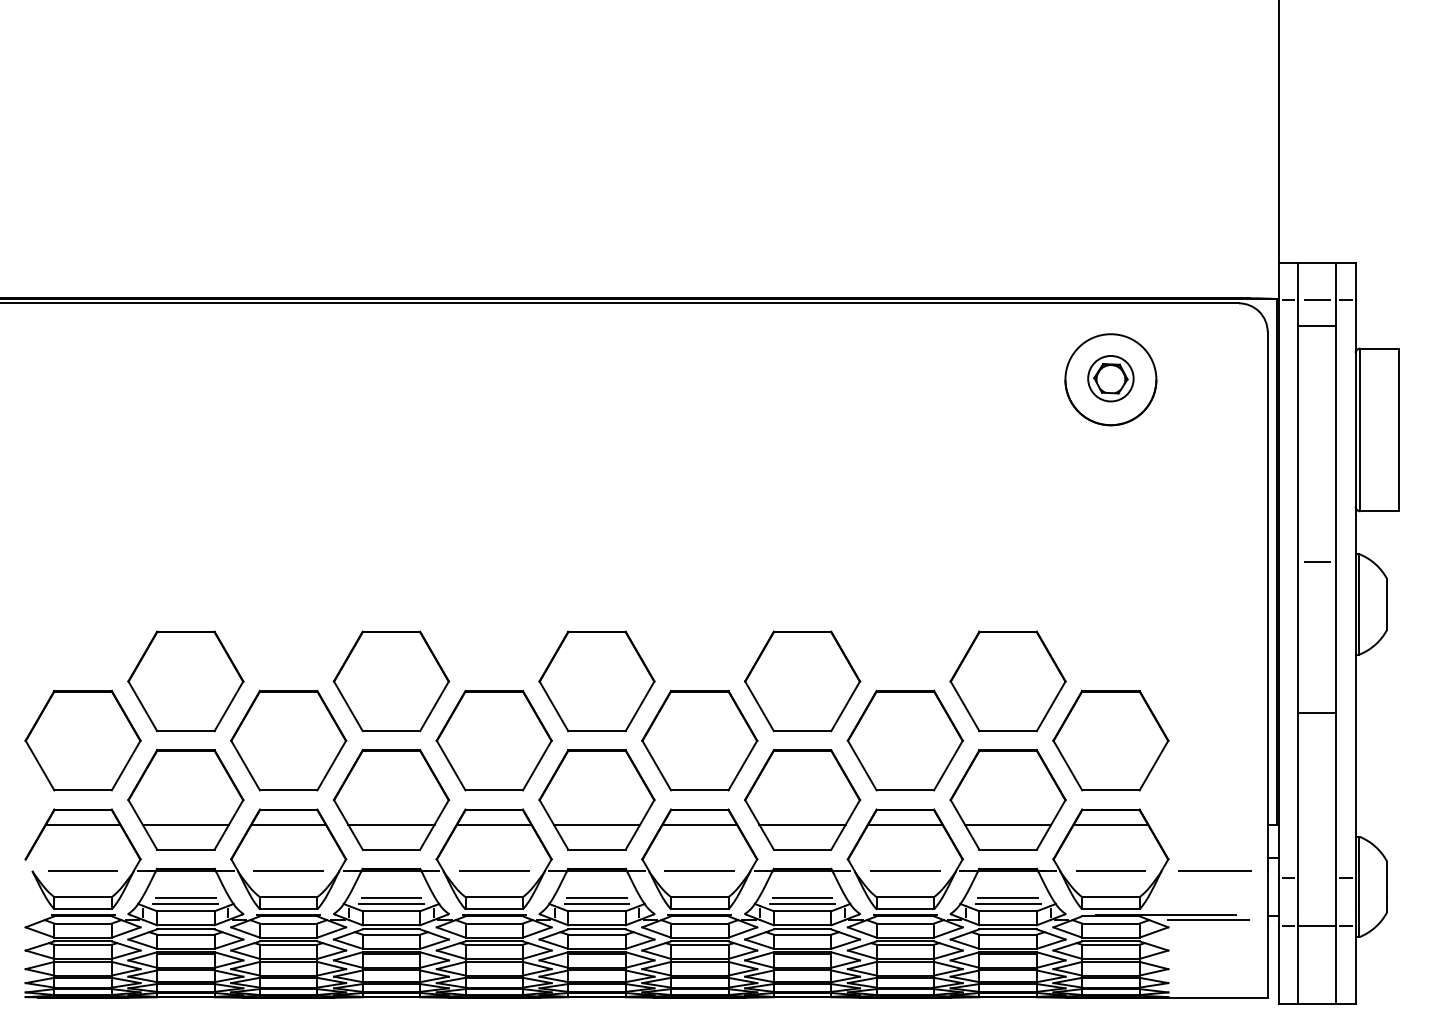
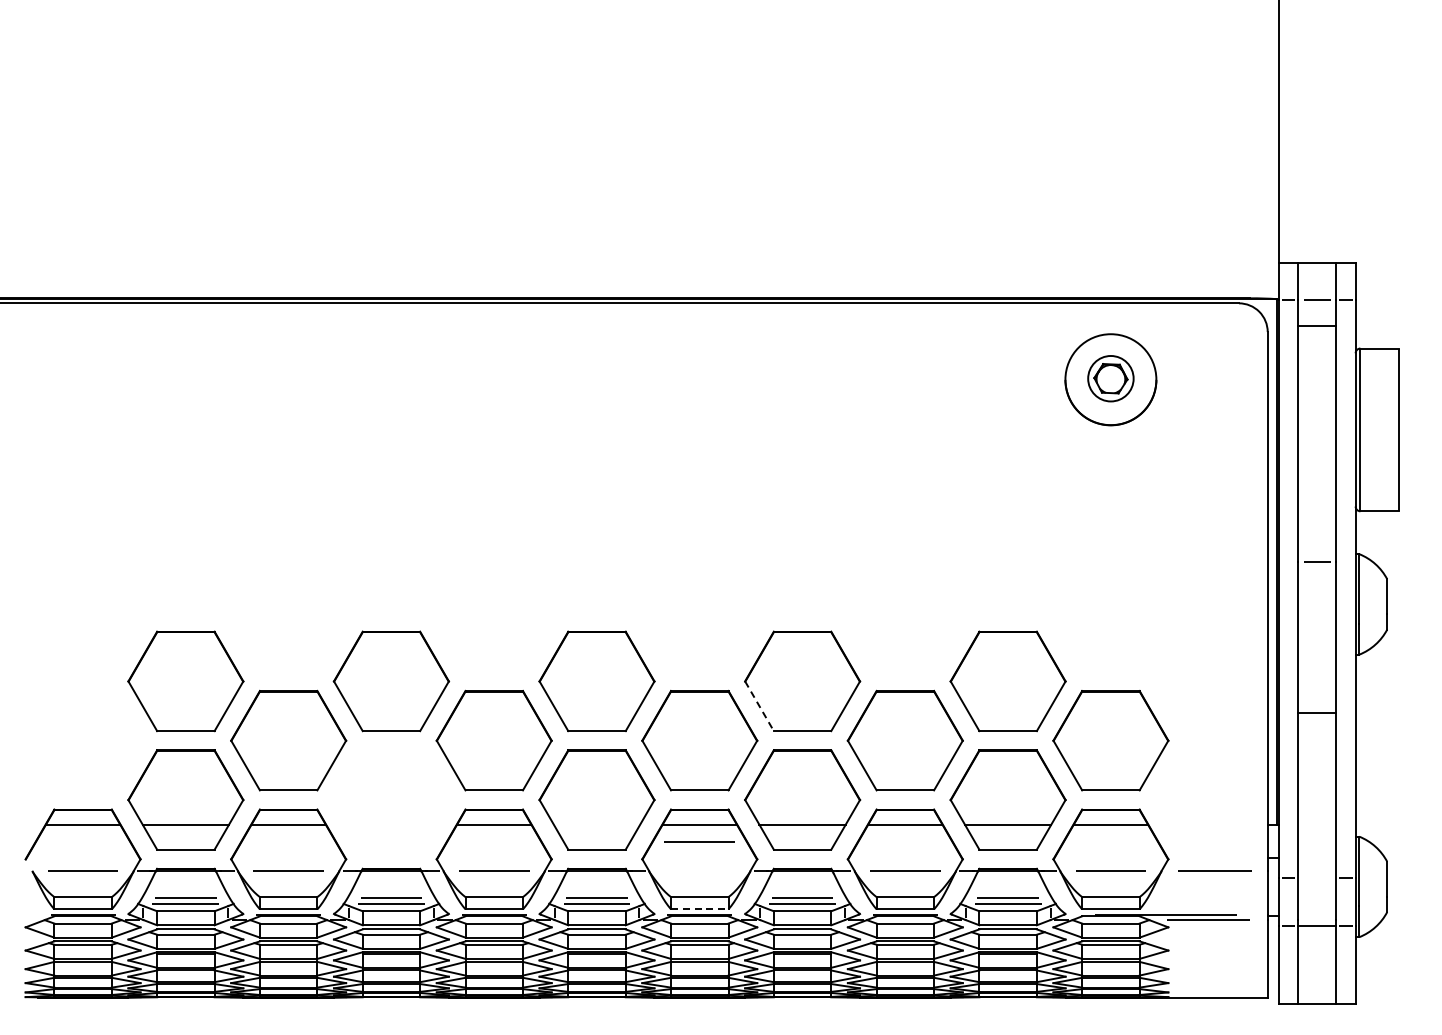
line at (759, 706): solid -> dashed
part at (82, 740): present -> none
part at (390, 799): present -> none
line at (596, 824): present -> none
line at (699, 870) position: (699, 870) -> (699, 841)
line at (699, 909): solid -> dashed
